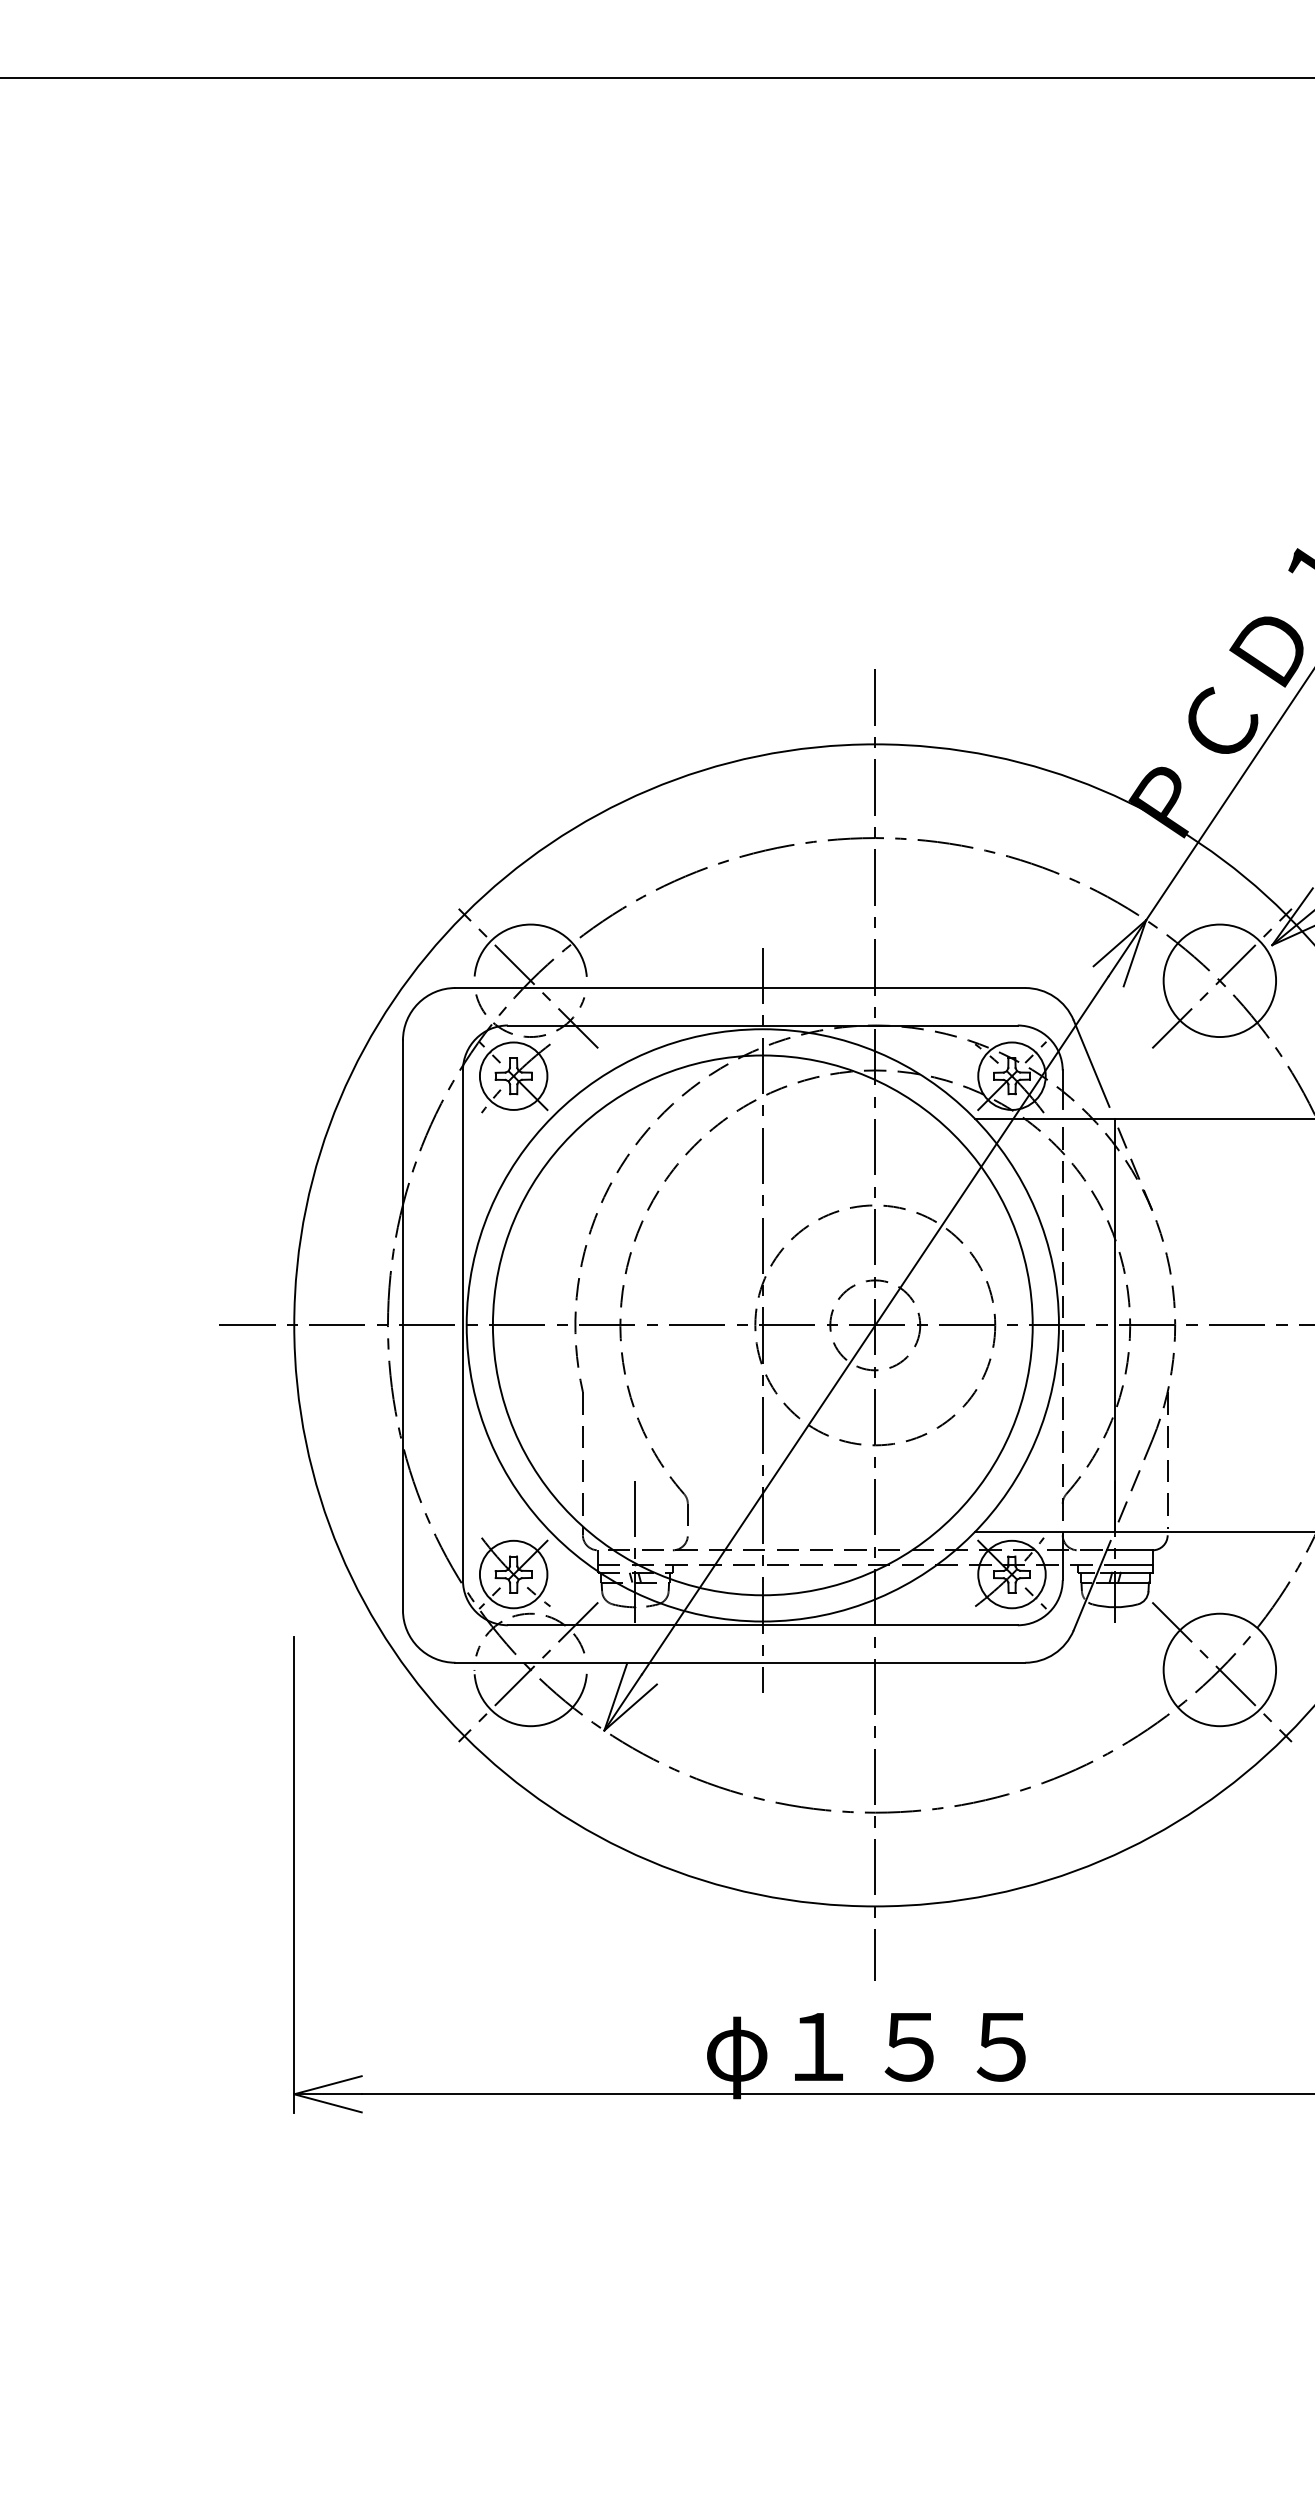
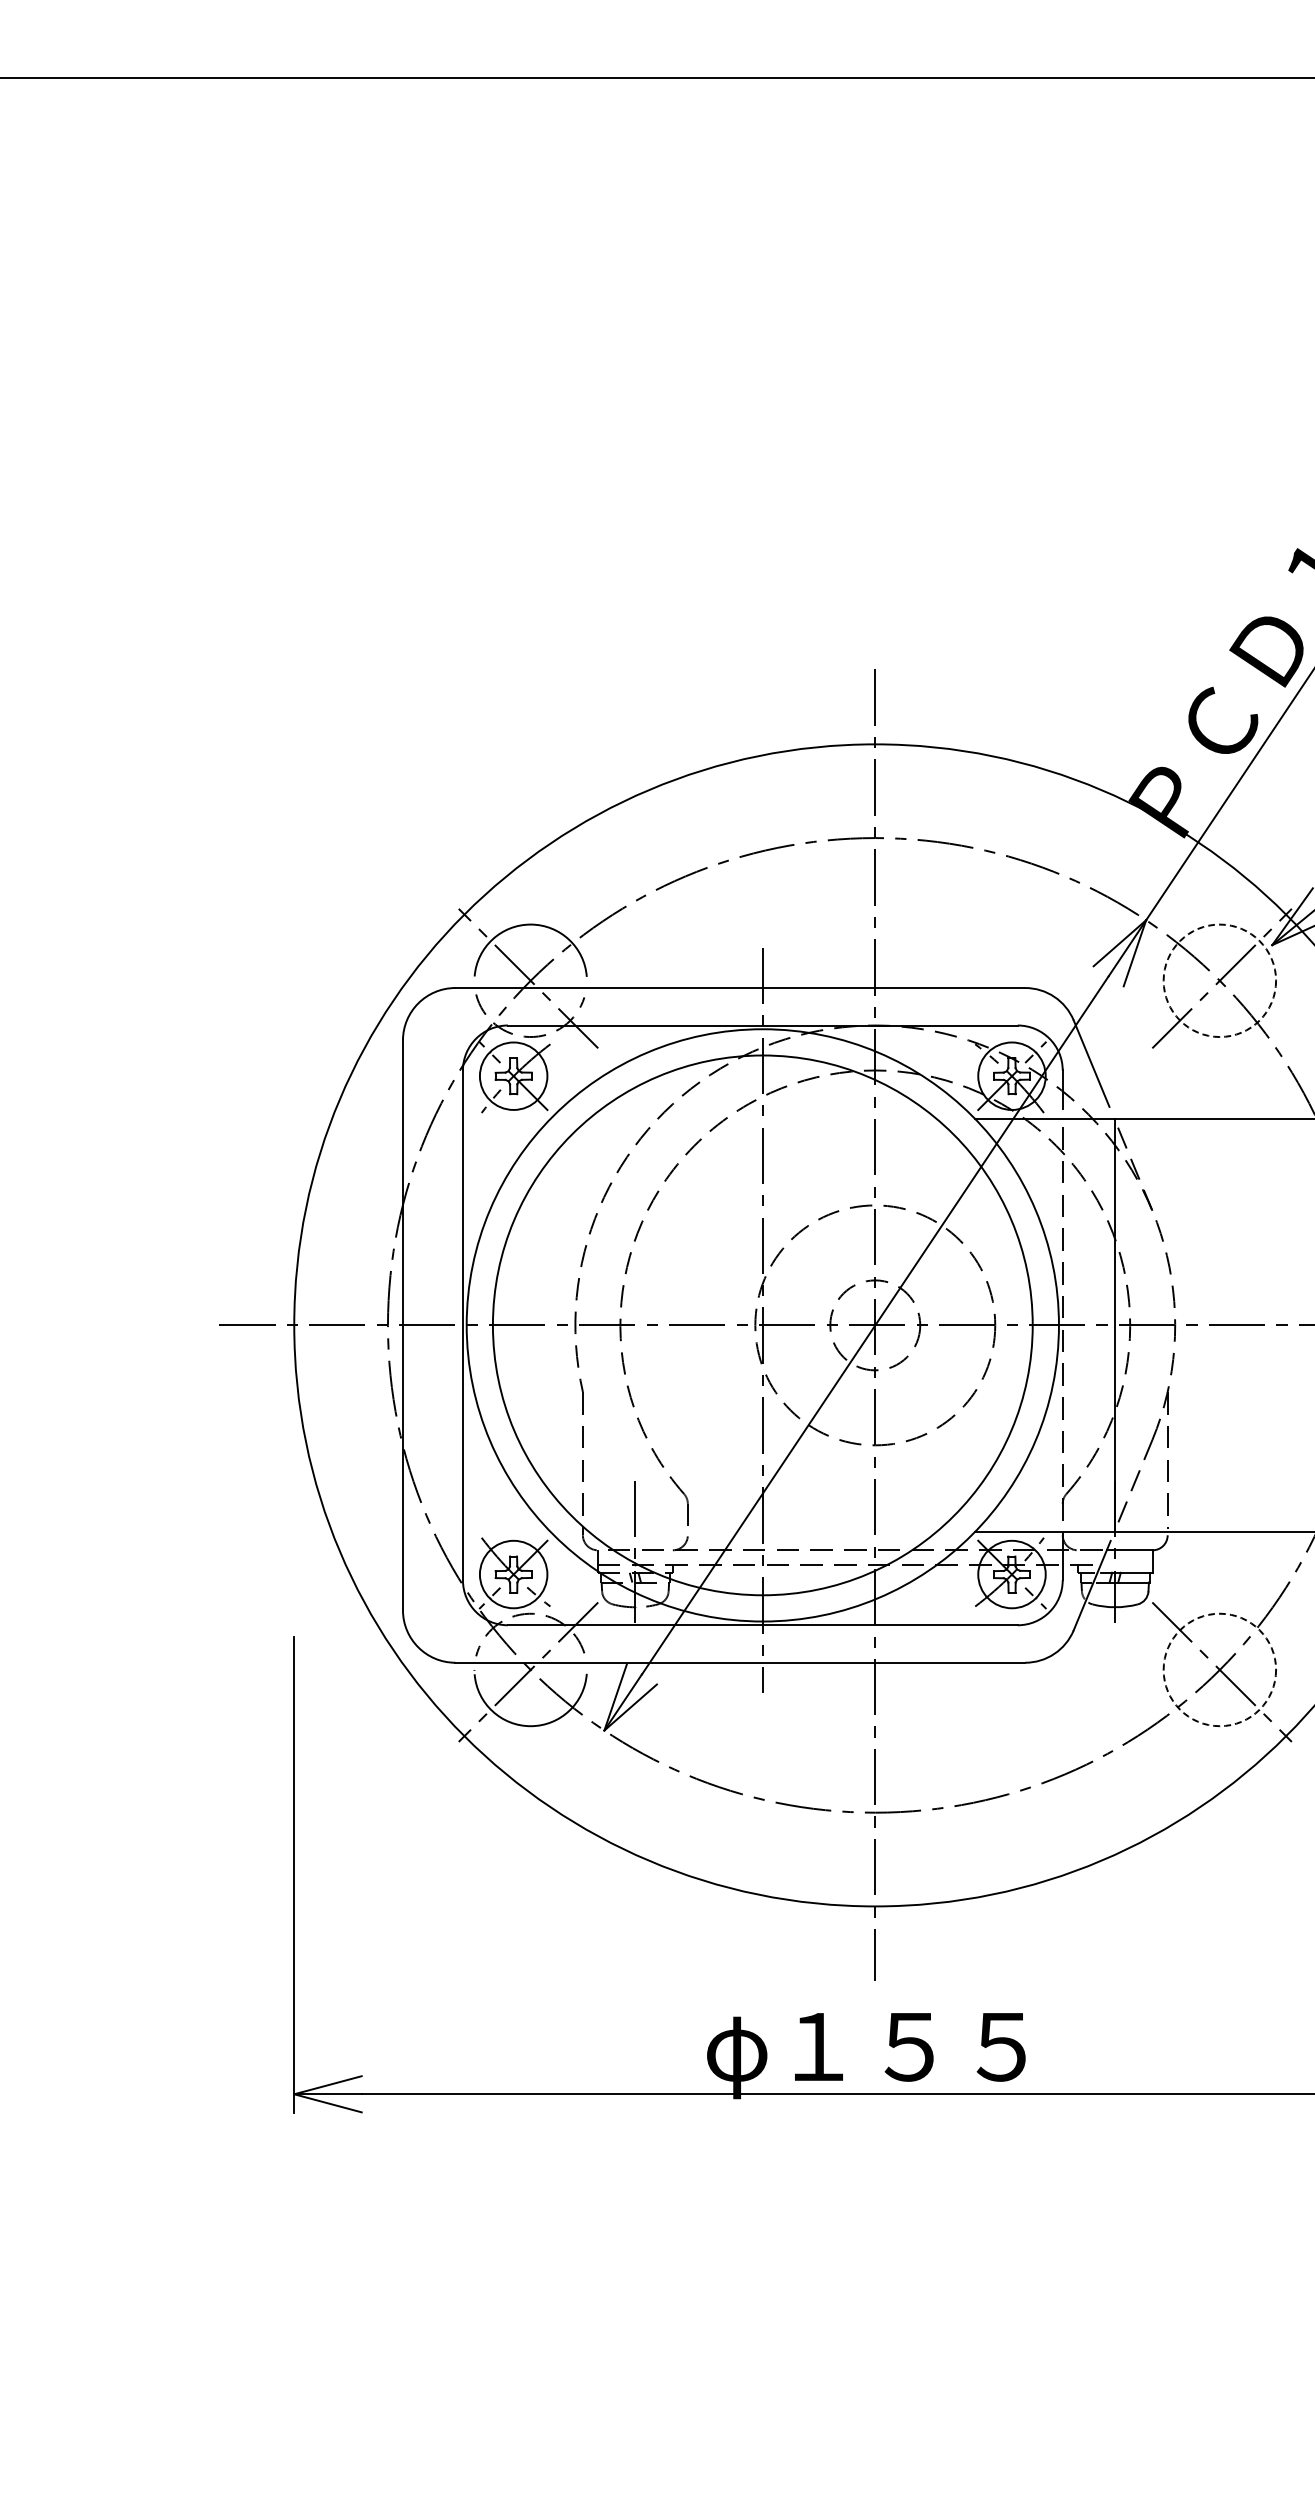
circle at (1219, 980): solid -> dashed
line at (1128, 1565): present -> none
circle at (1219, 1669): solid -> dashed
